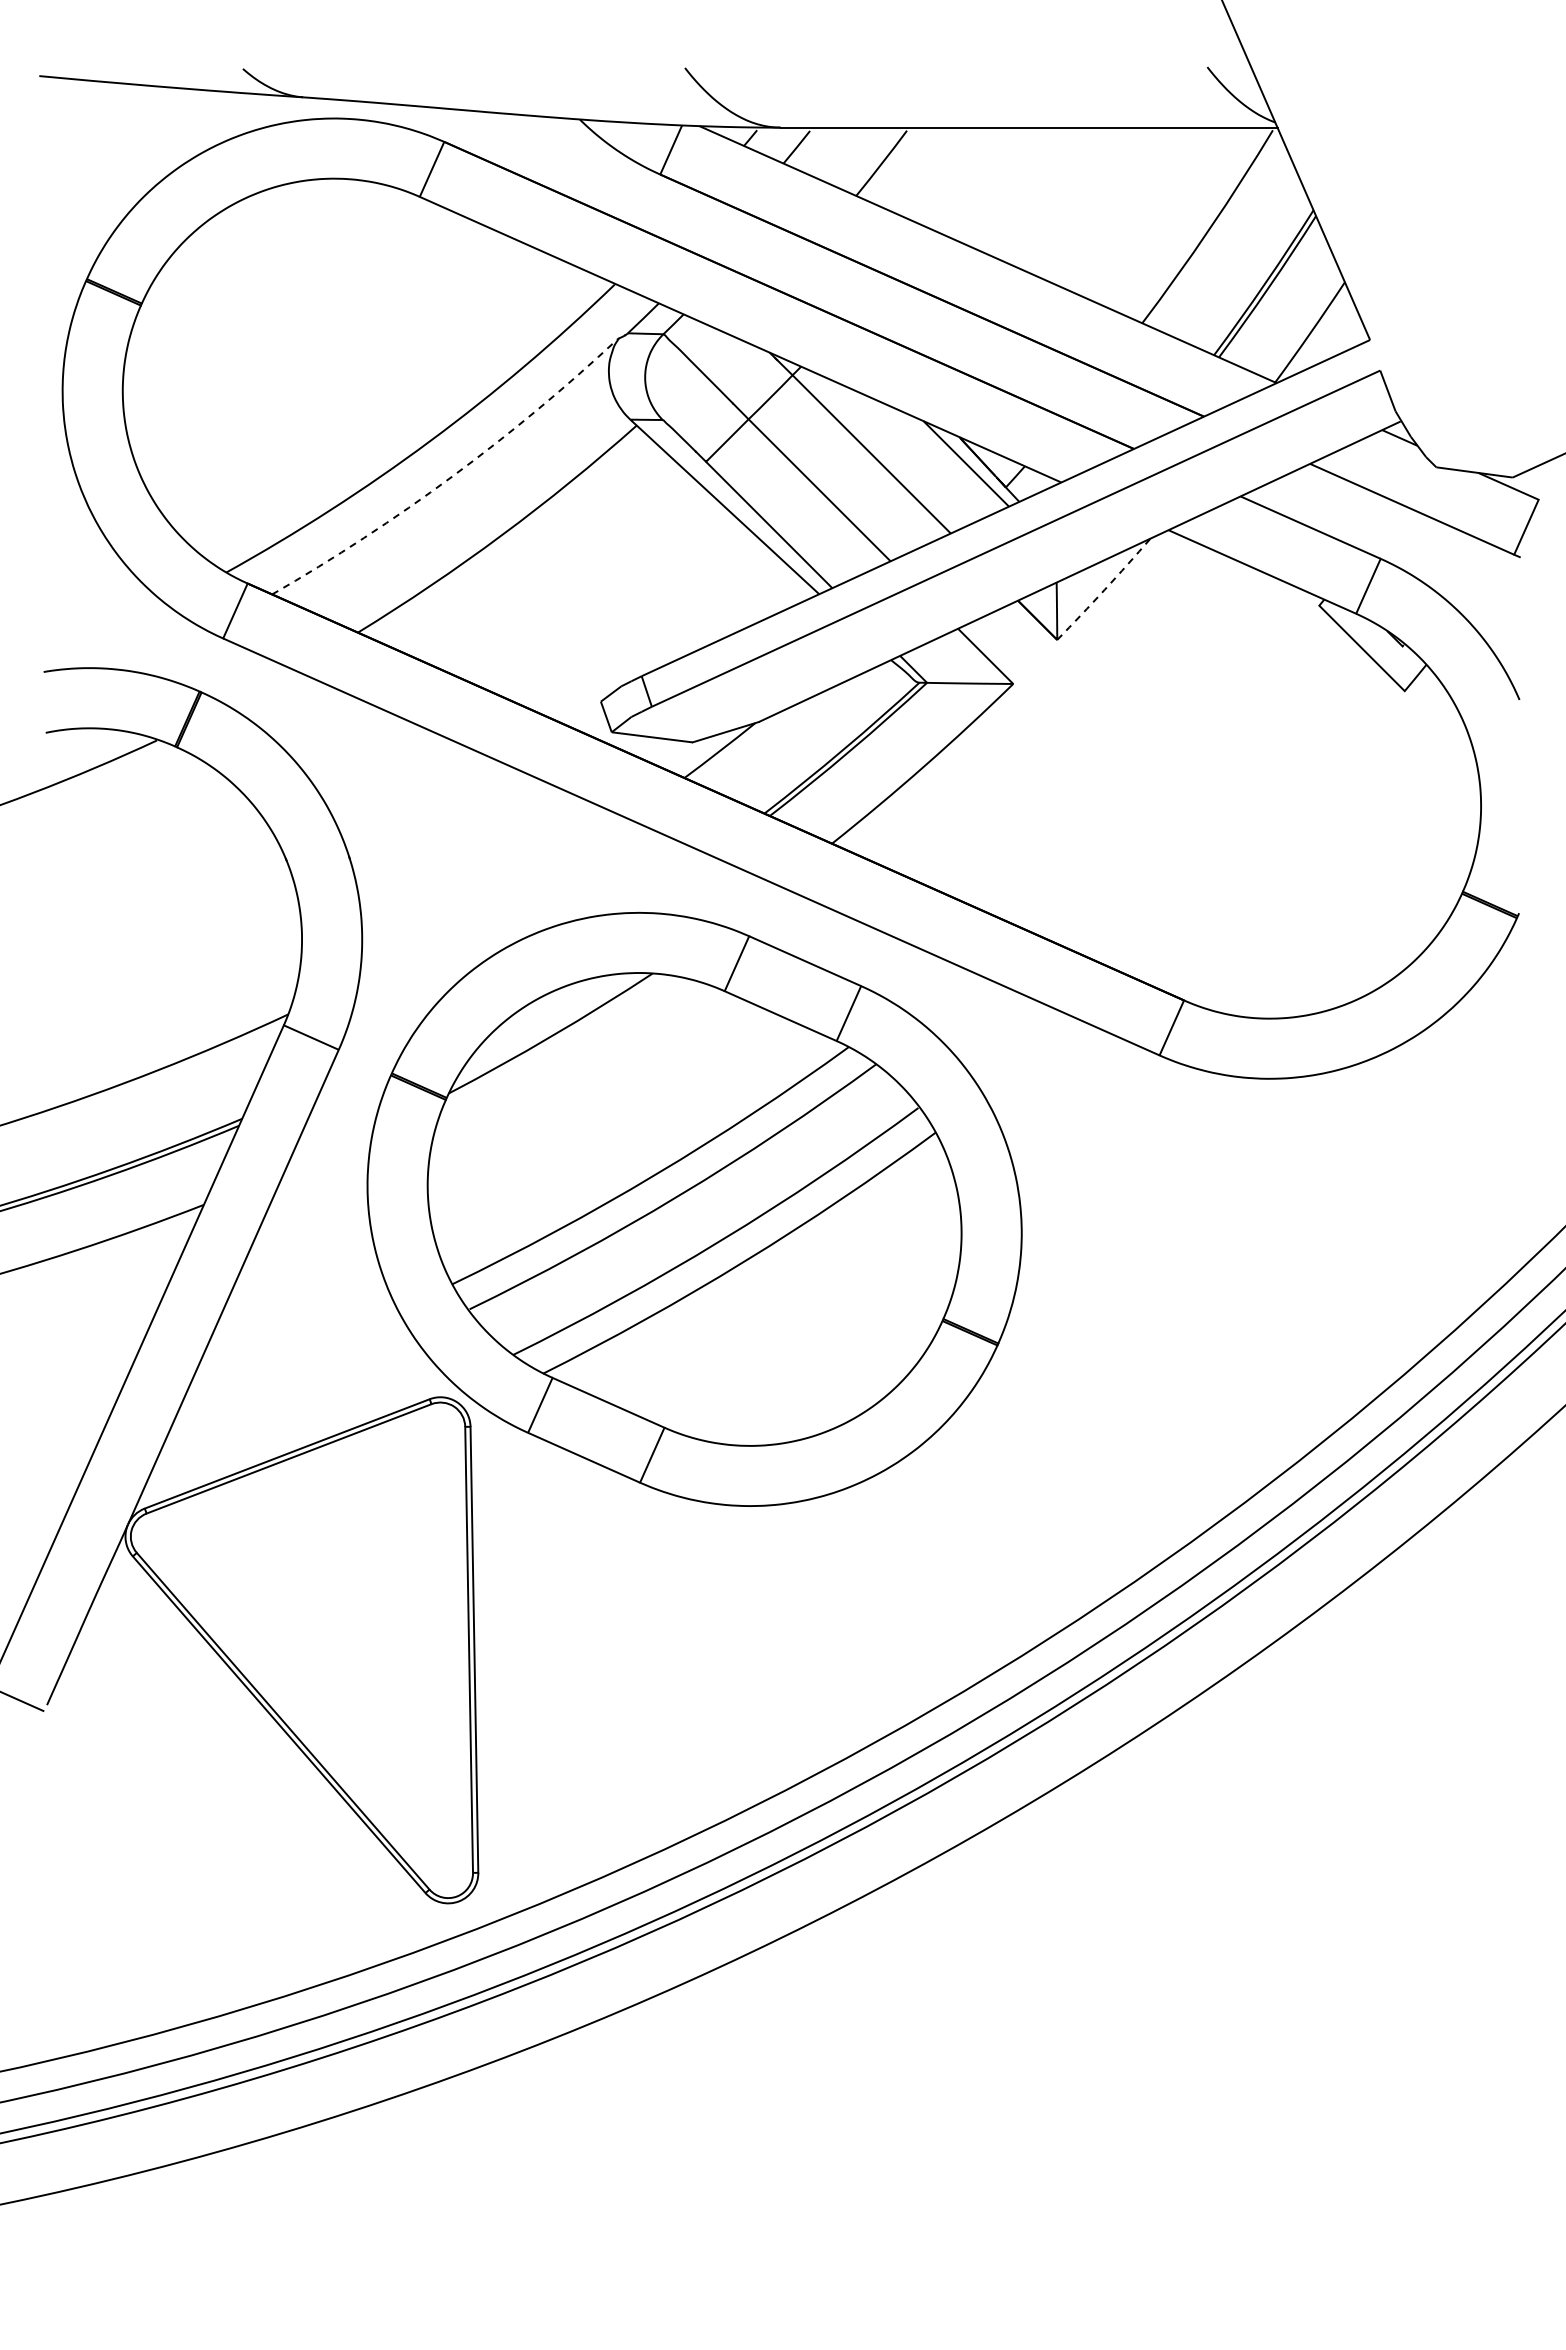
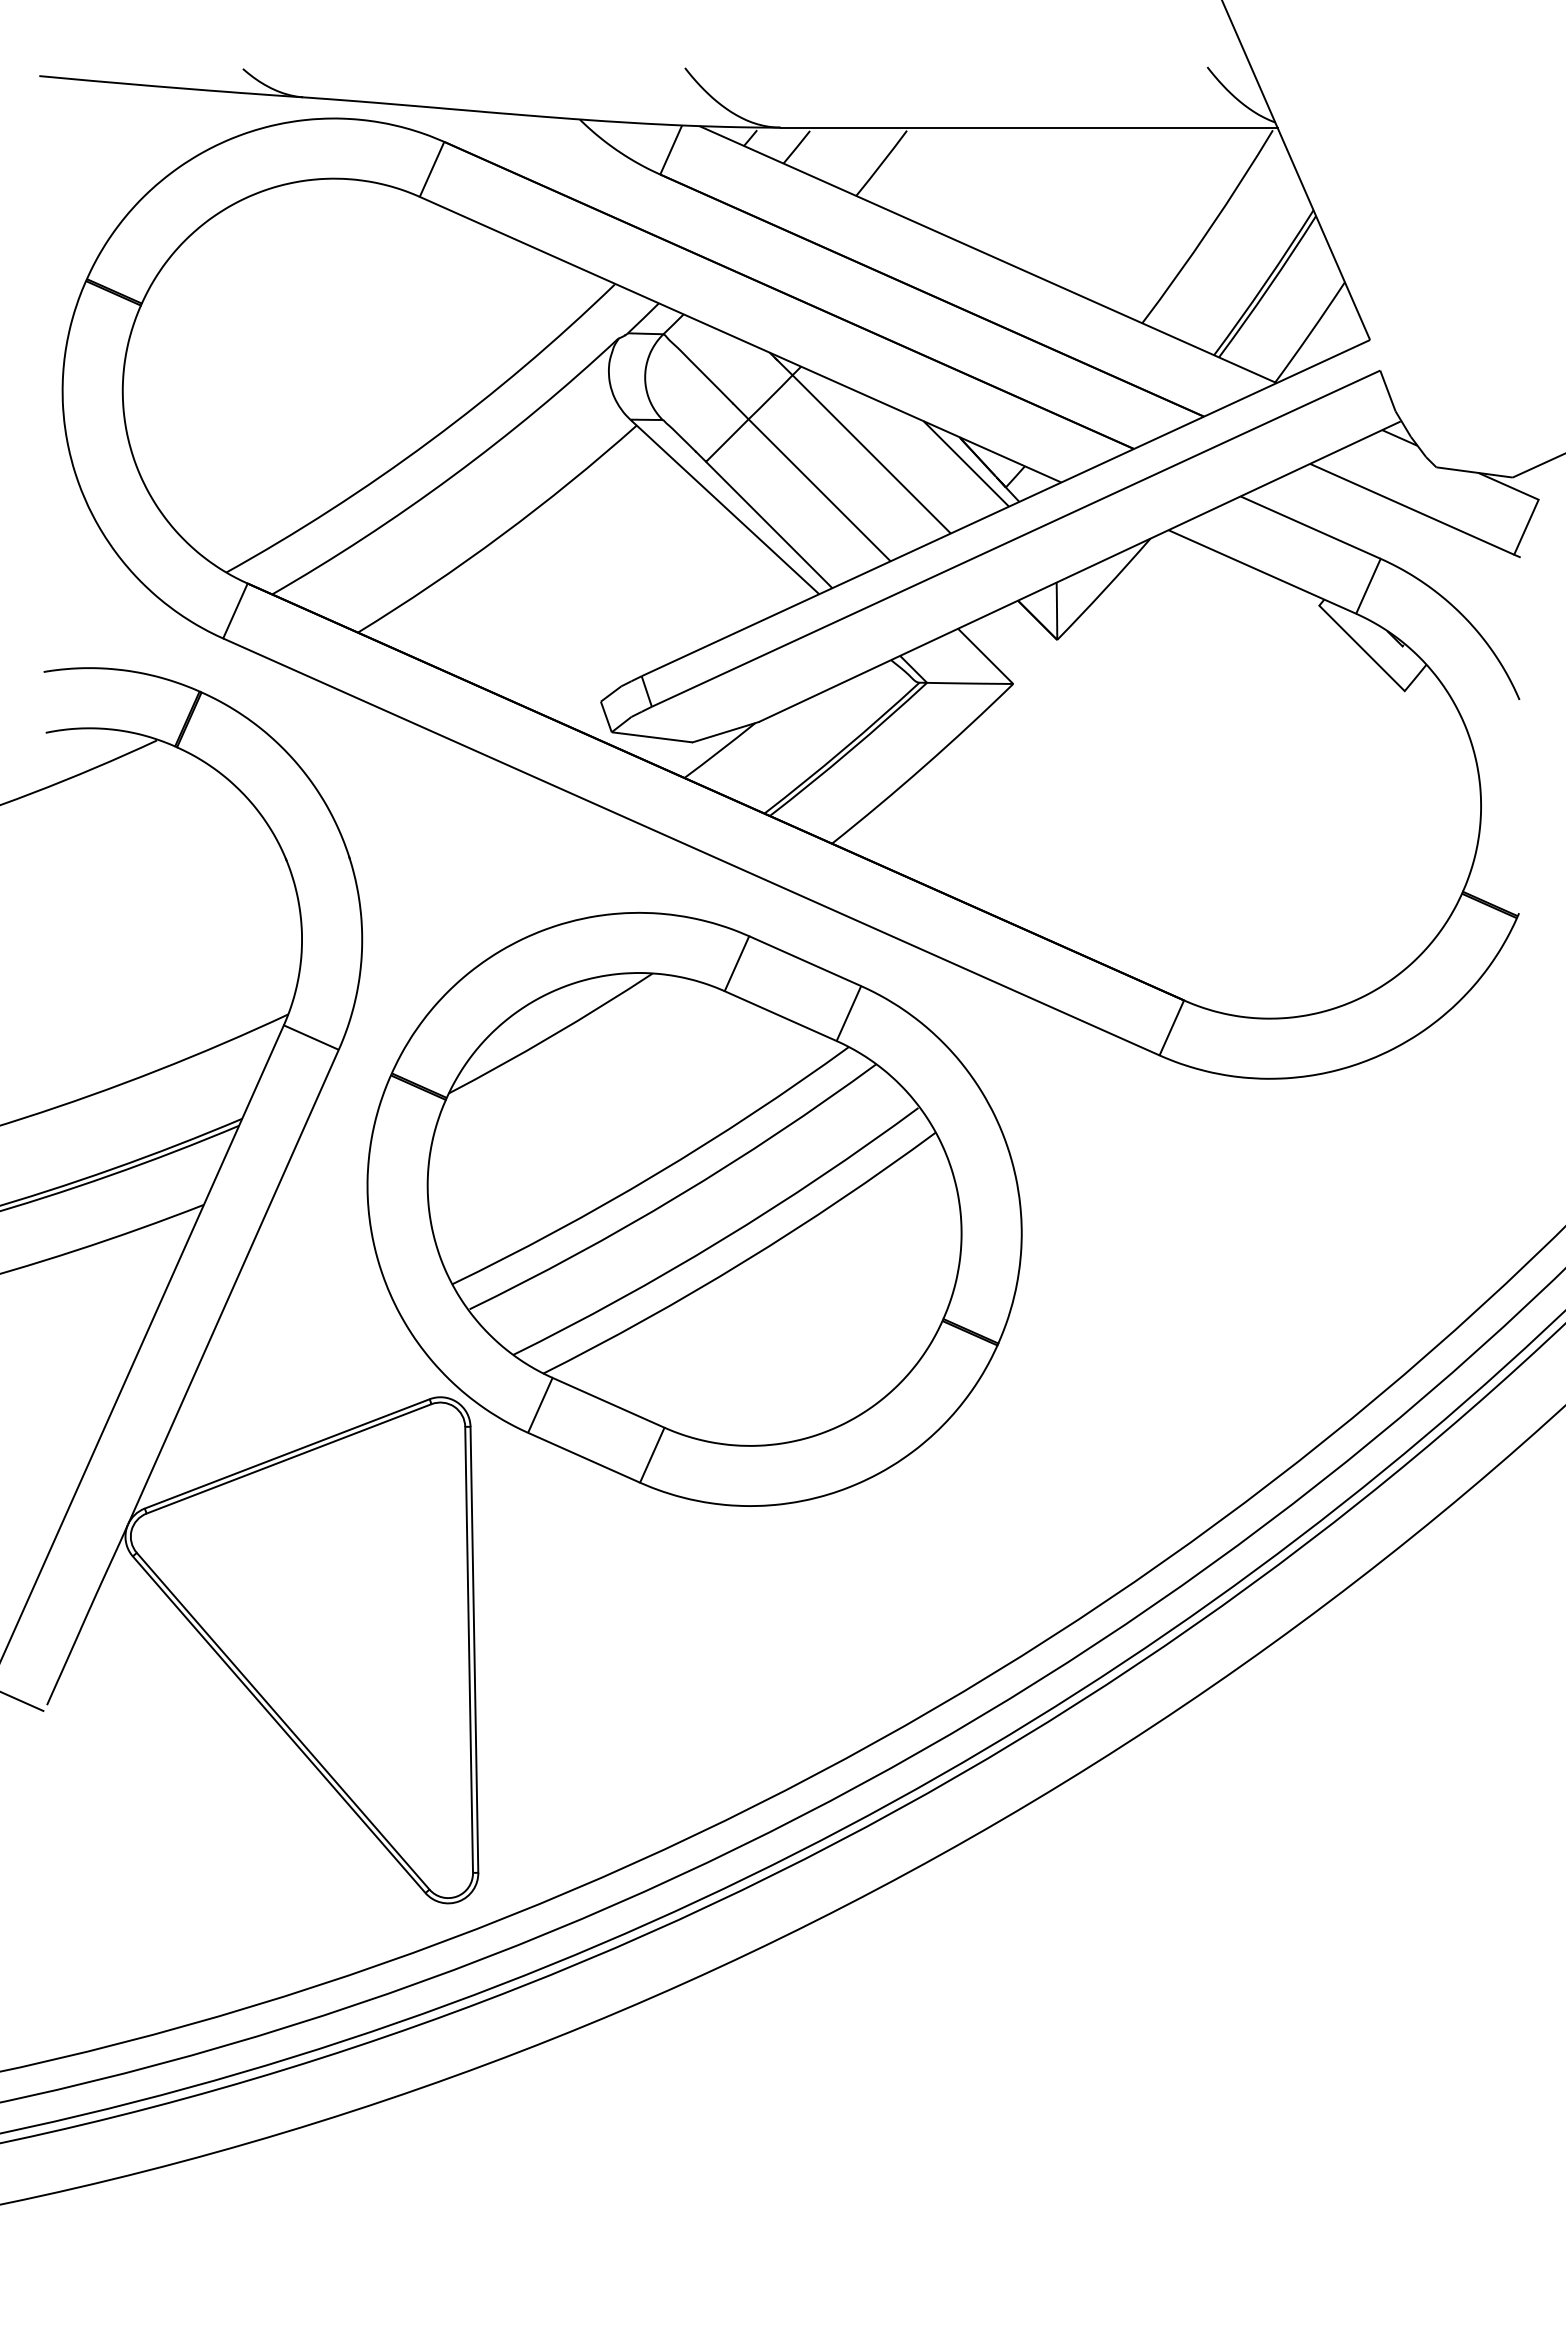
line at (452, 476): dashed -> solid
line at (1104, 589): dashed -> solid
